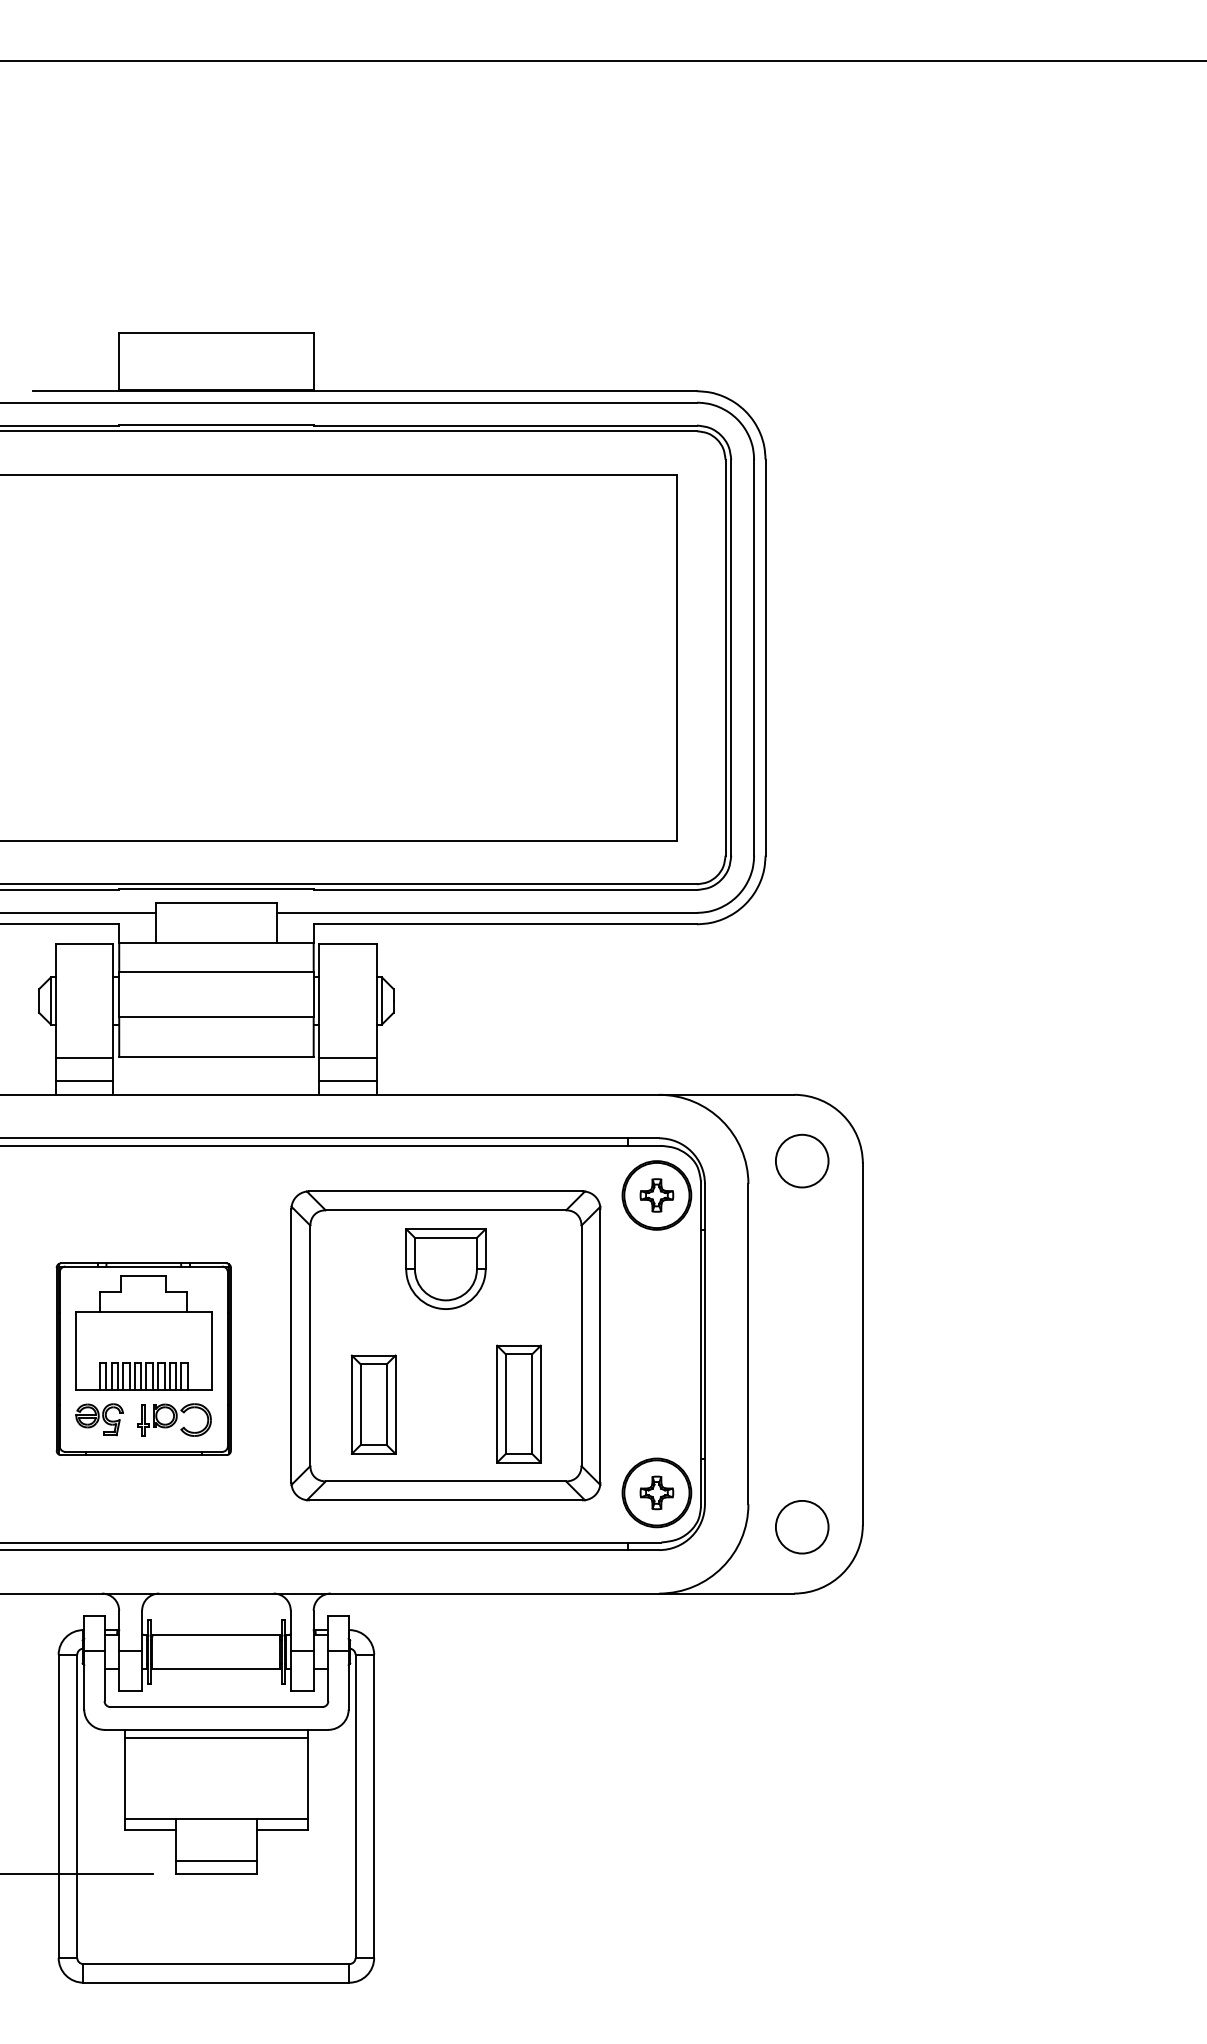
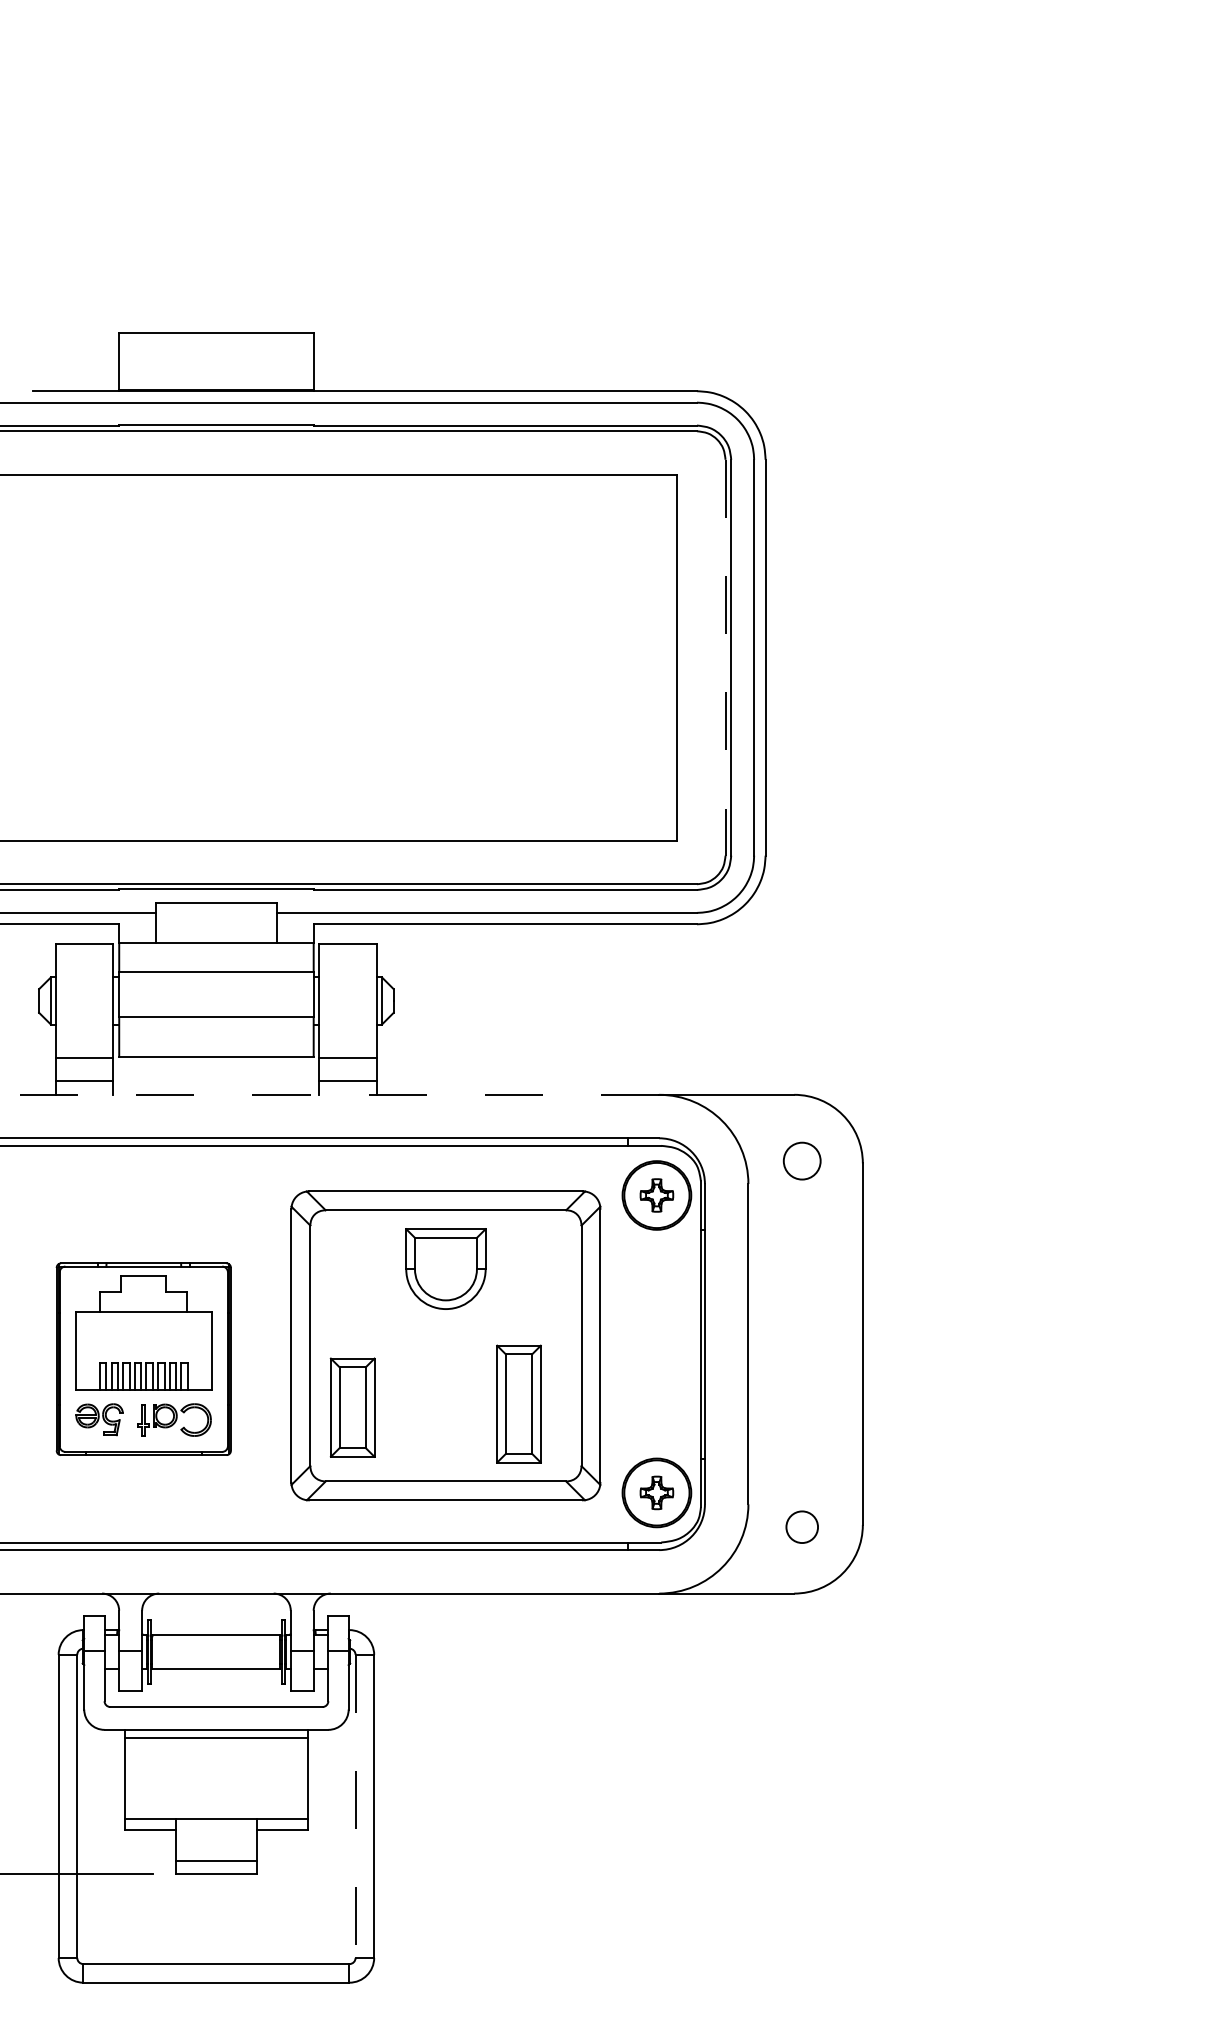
line at (602, 61): present -> none
line at (725, 657): solid -> dashed
line at (329, 1094): solid -> dashed
circle at (801, 1160) diameter: 53 px -> 37 px
part at (373, 1404) position: (373, 1404) -> (352, 1407)
circle at (801, 1526) diameter: 53 px -> 32 px
line at (355, 1806): solid -> dashed
